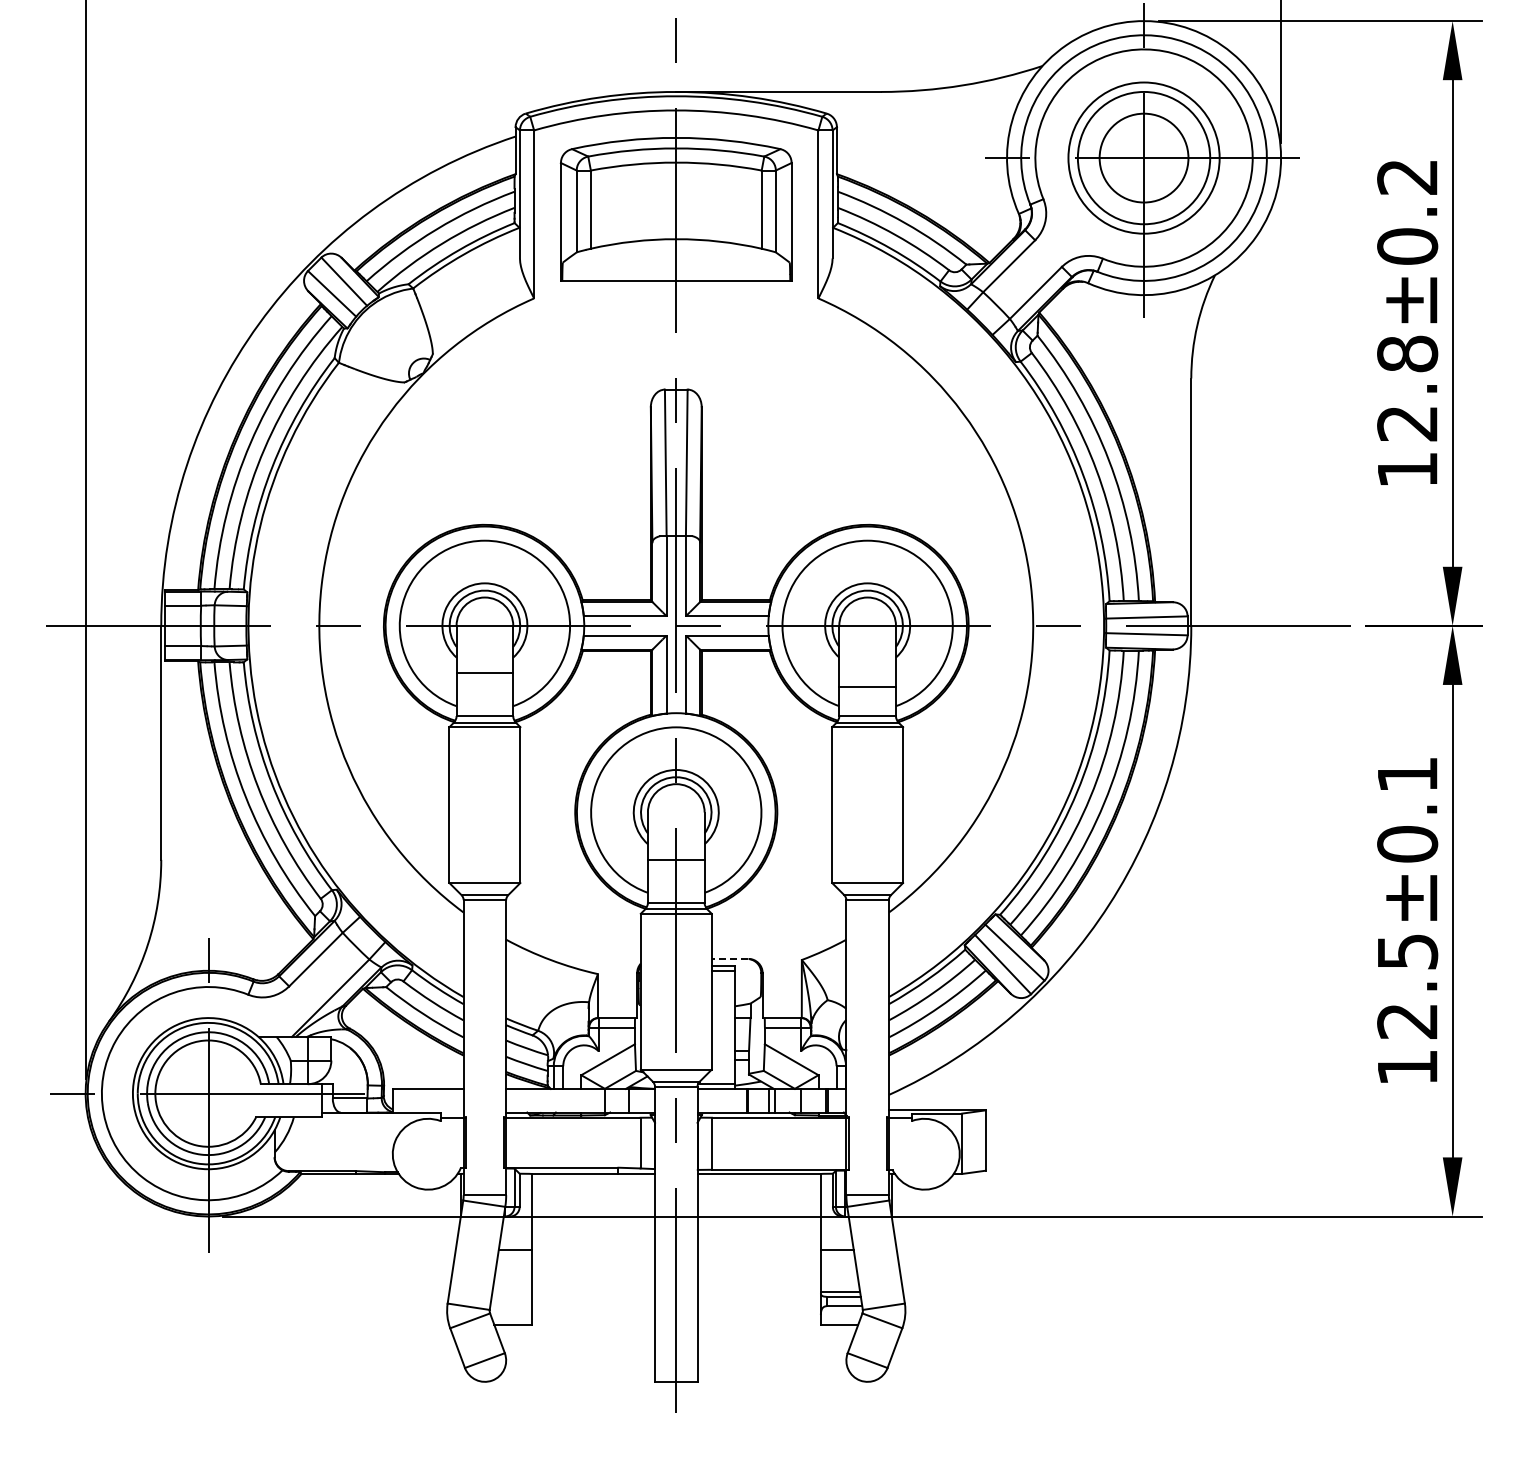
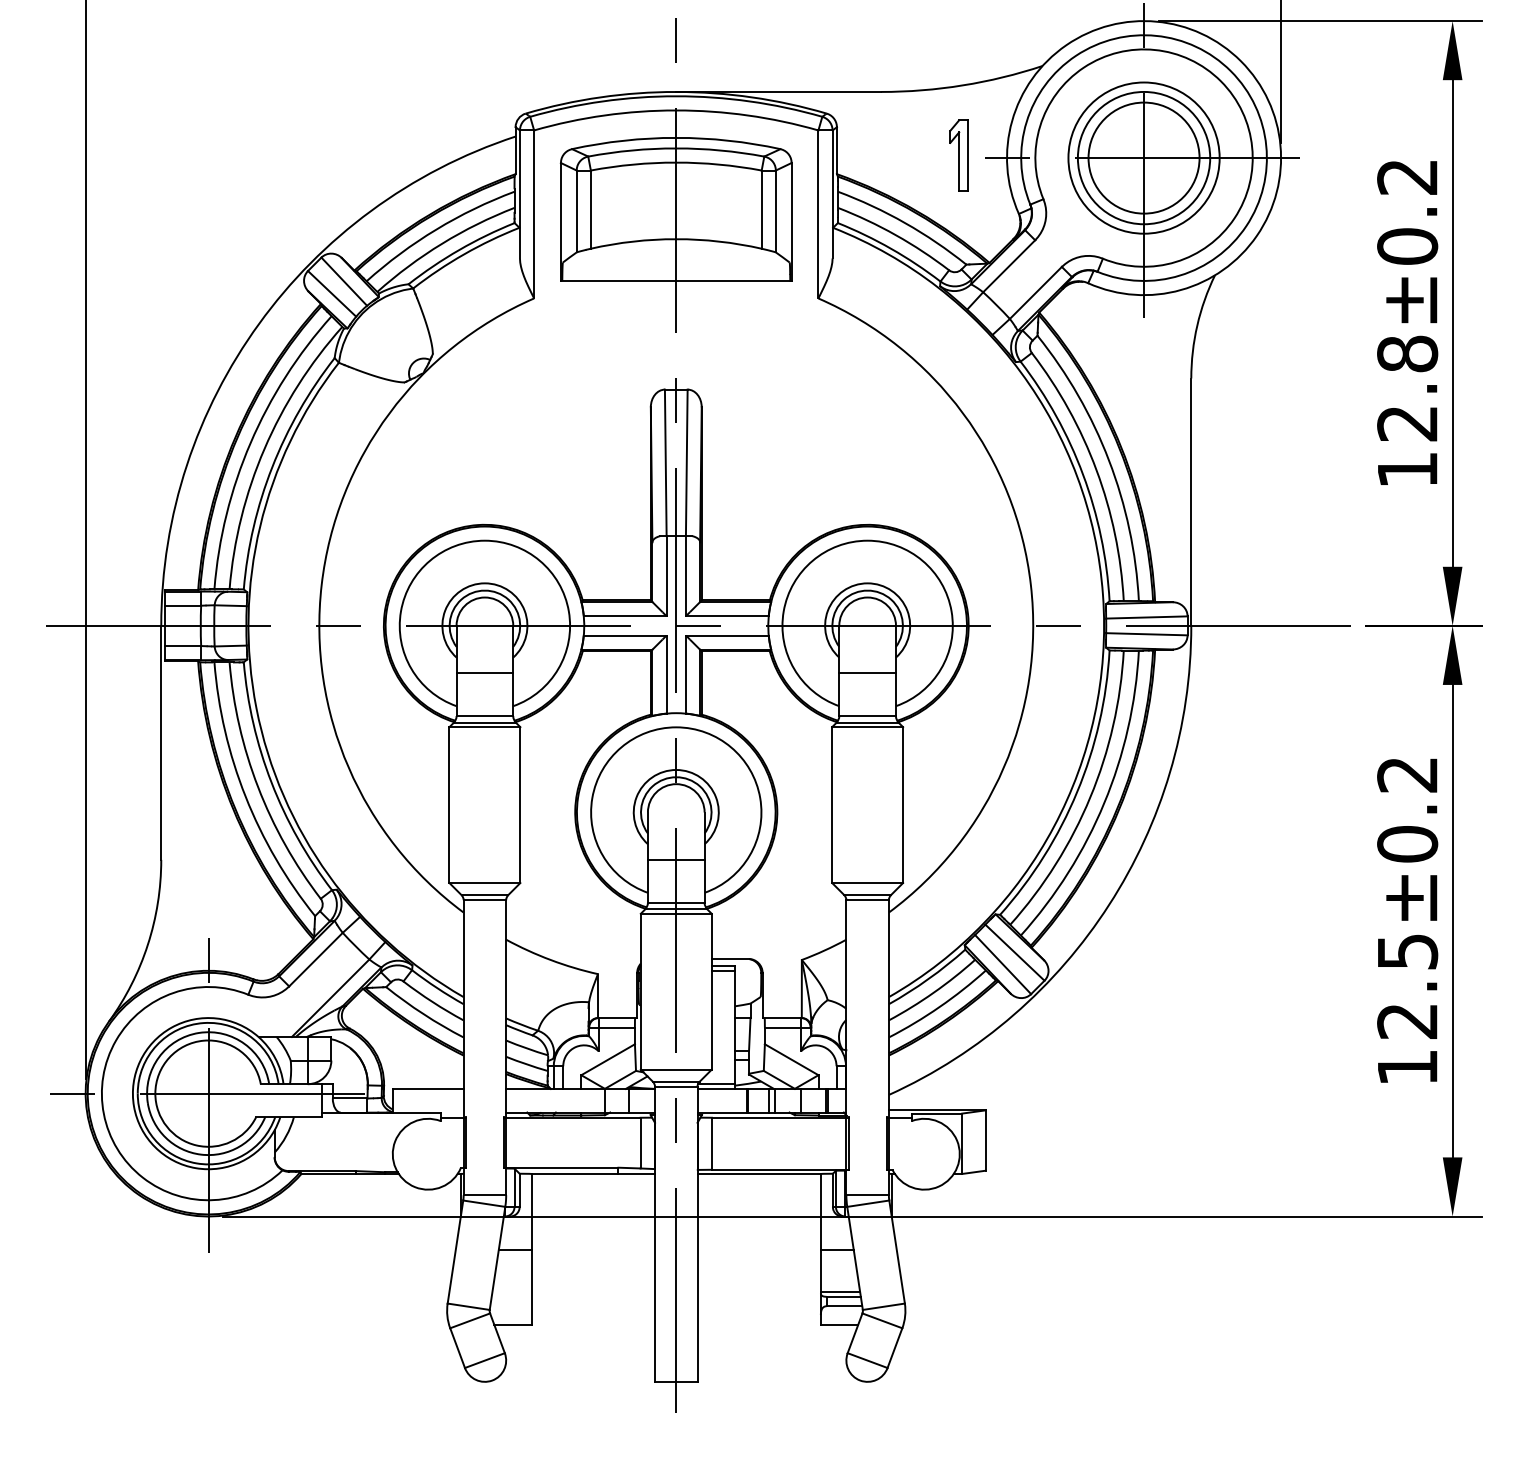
part at (958, 155): none -> present
circle at (1143, 157) diameter: 89 px -> 111 px
line at (867, 687) position: (867, 687) -> (867, 673)
text at (1407, 775): 12.5±0.1 -> 12.5±0.2
line at (729, 958): dashed -> solid
